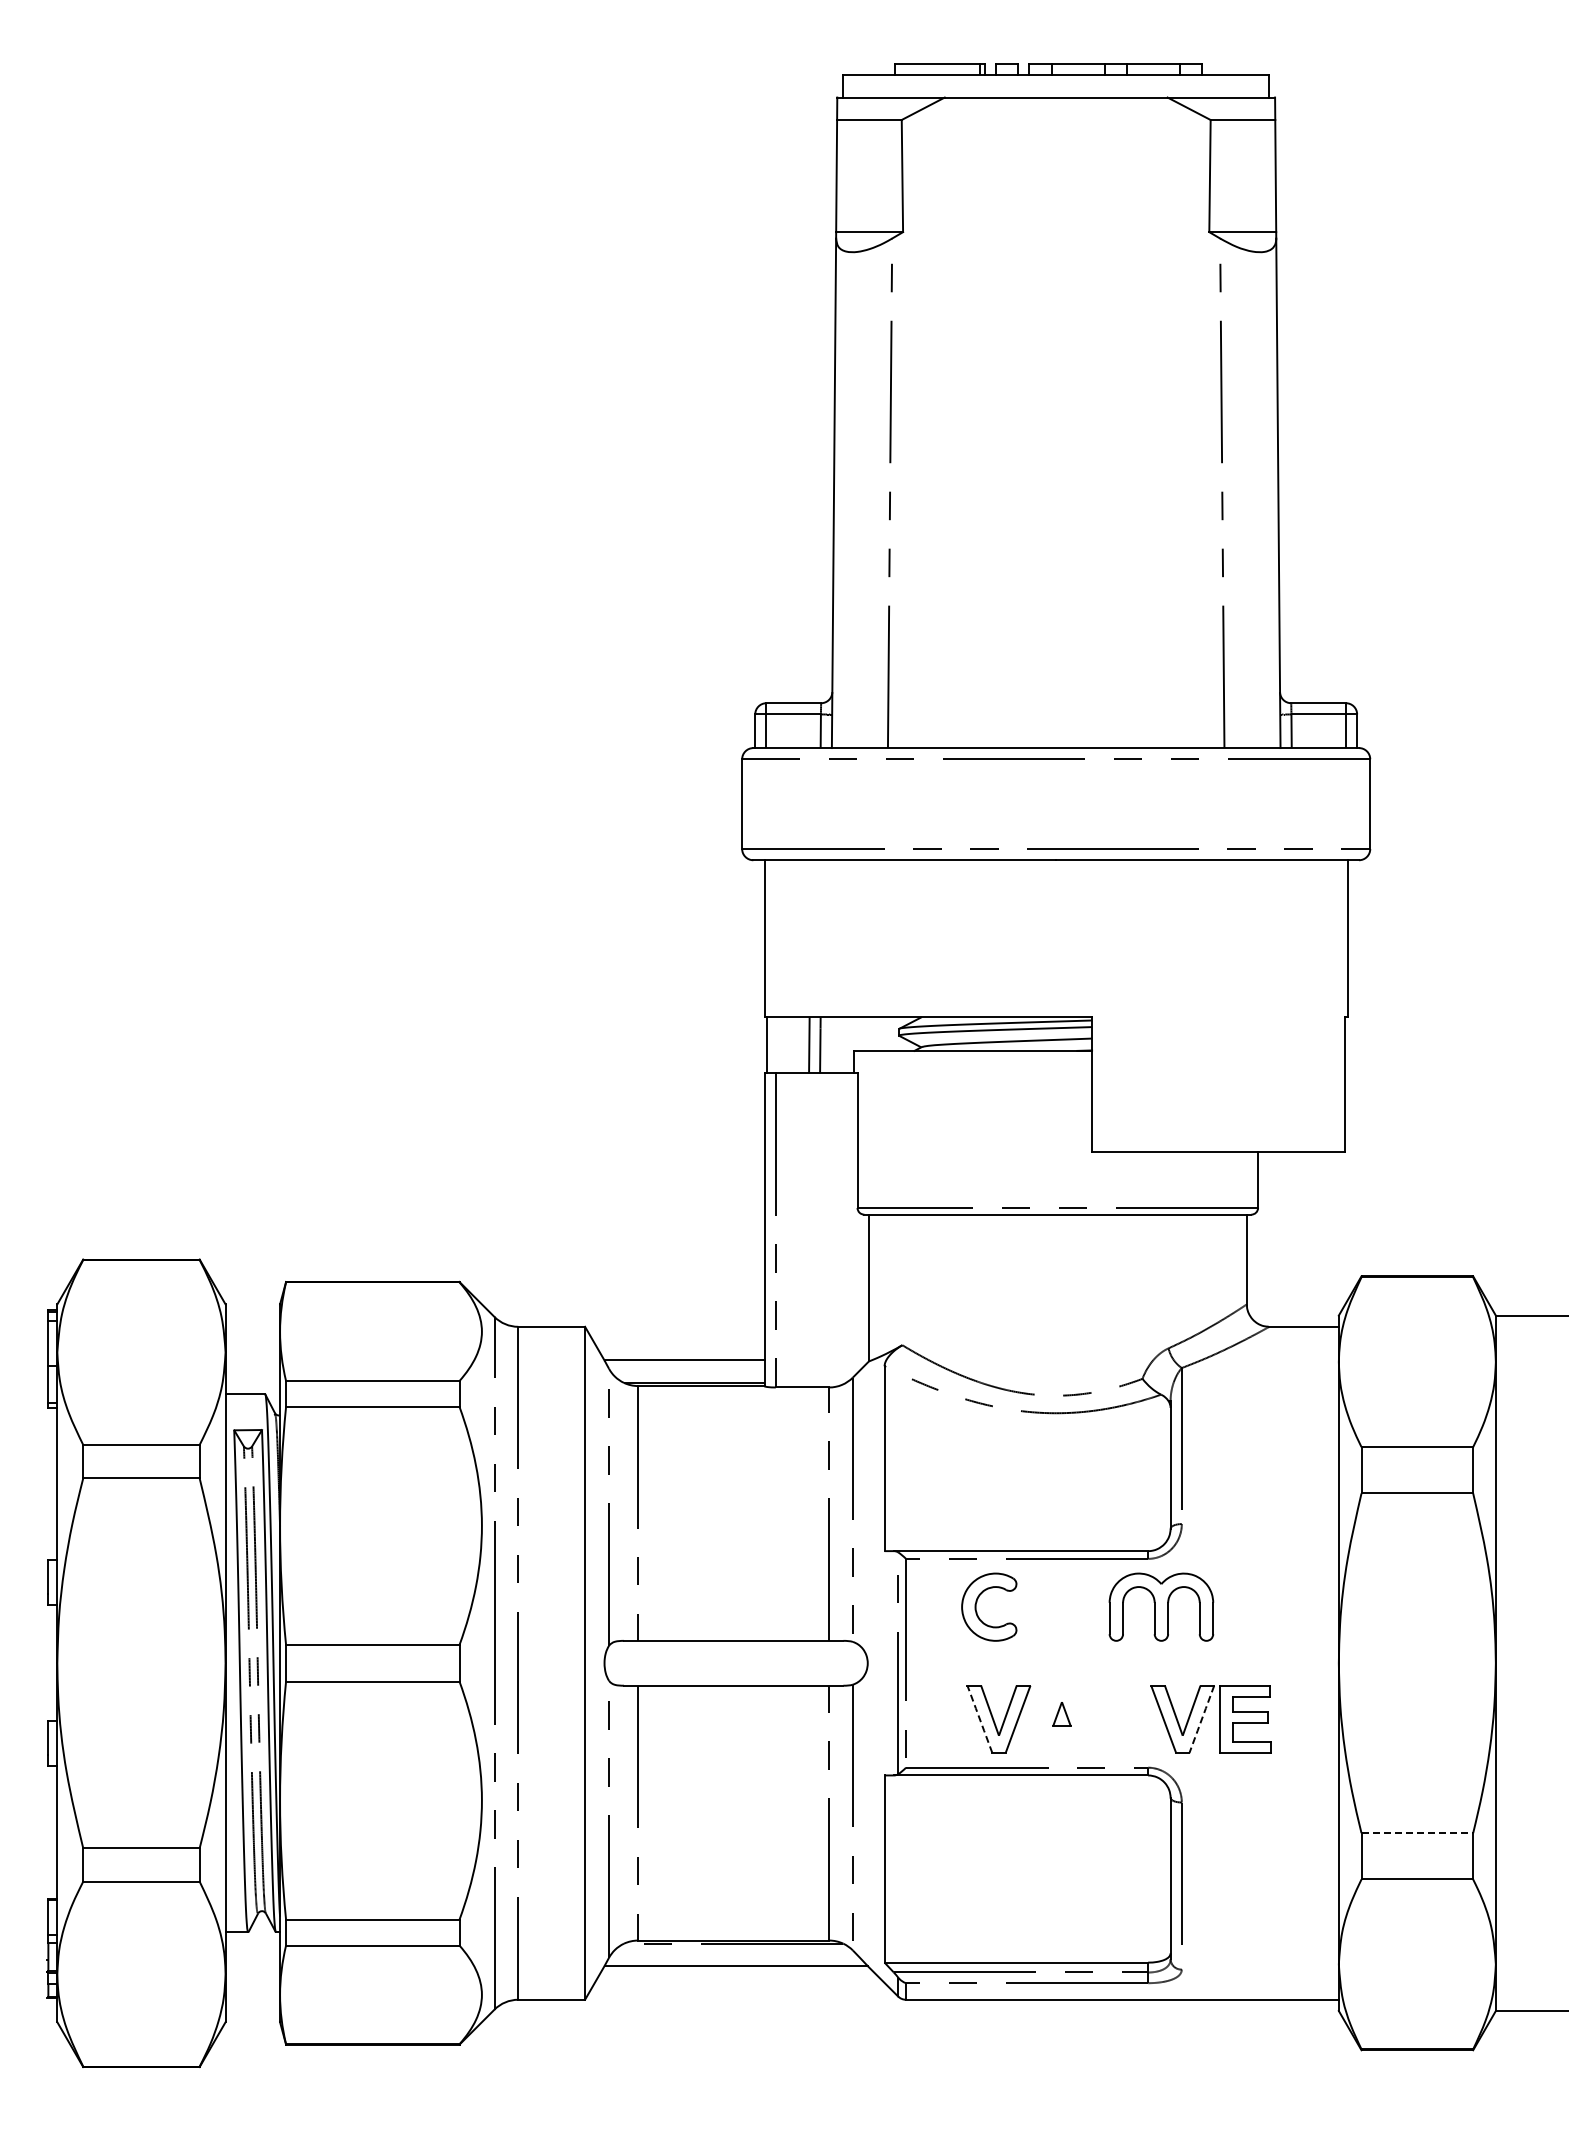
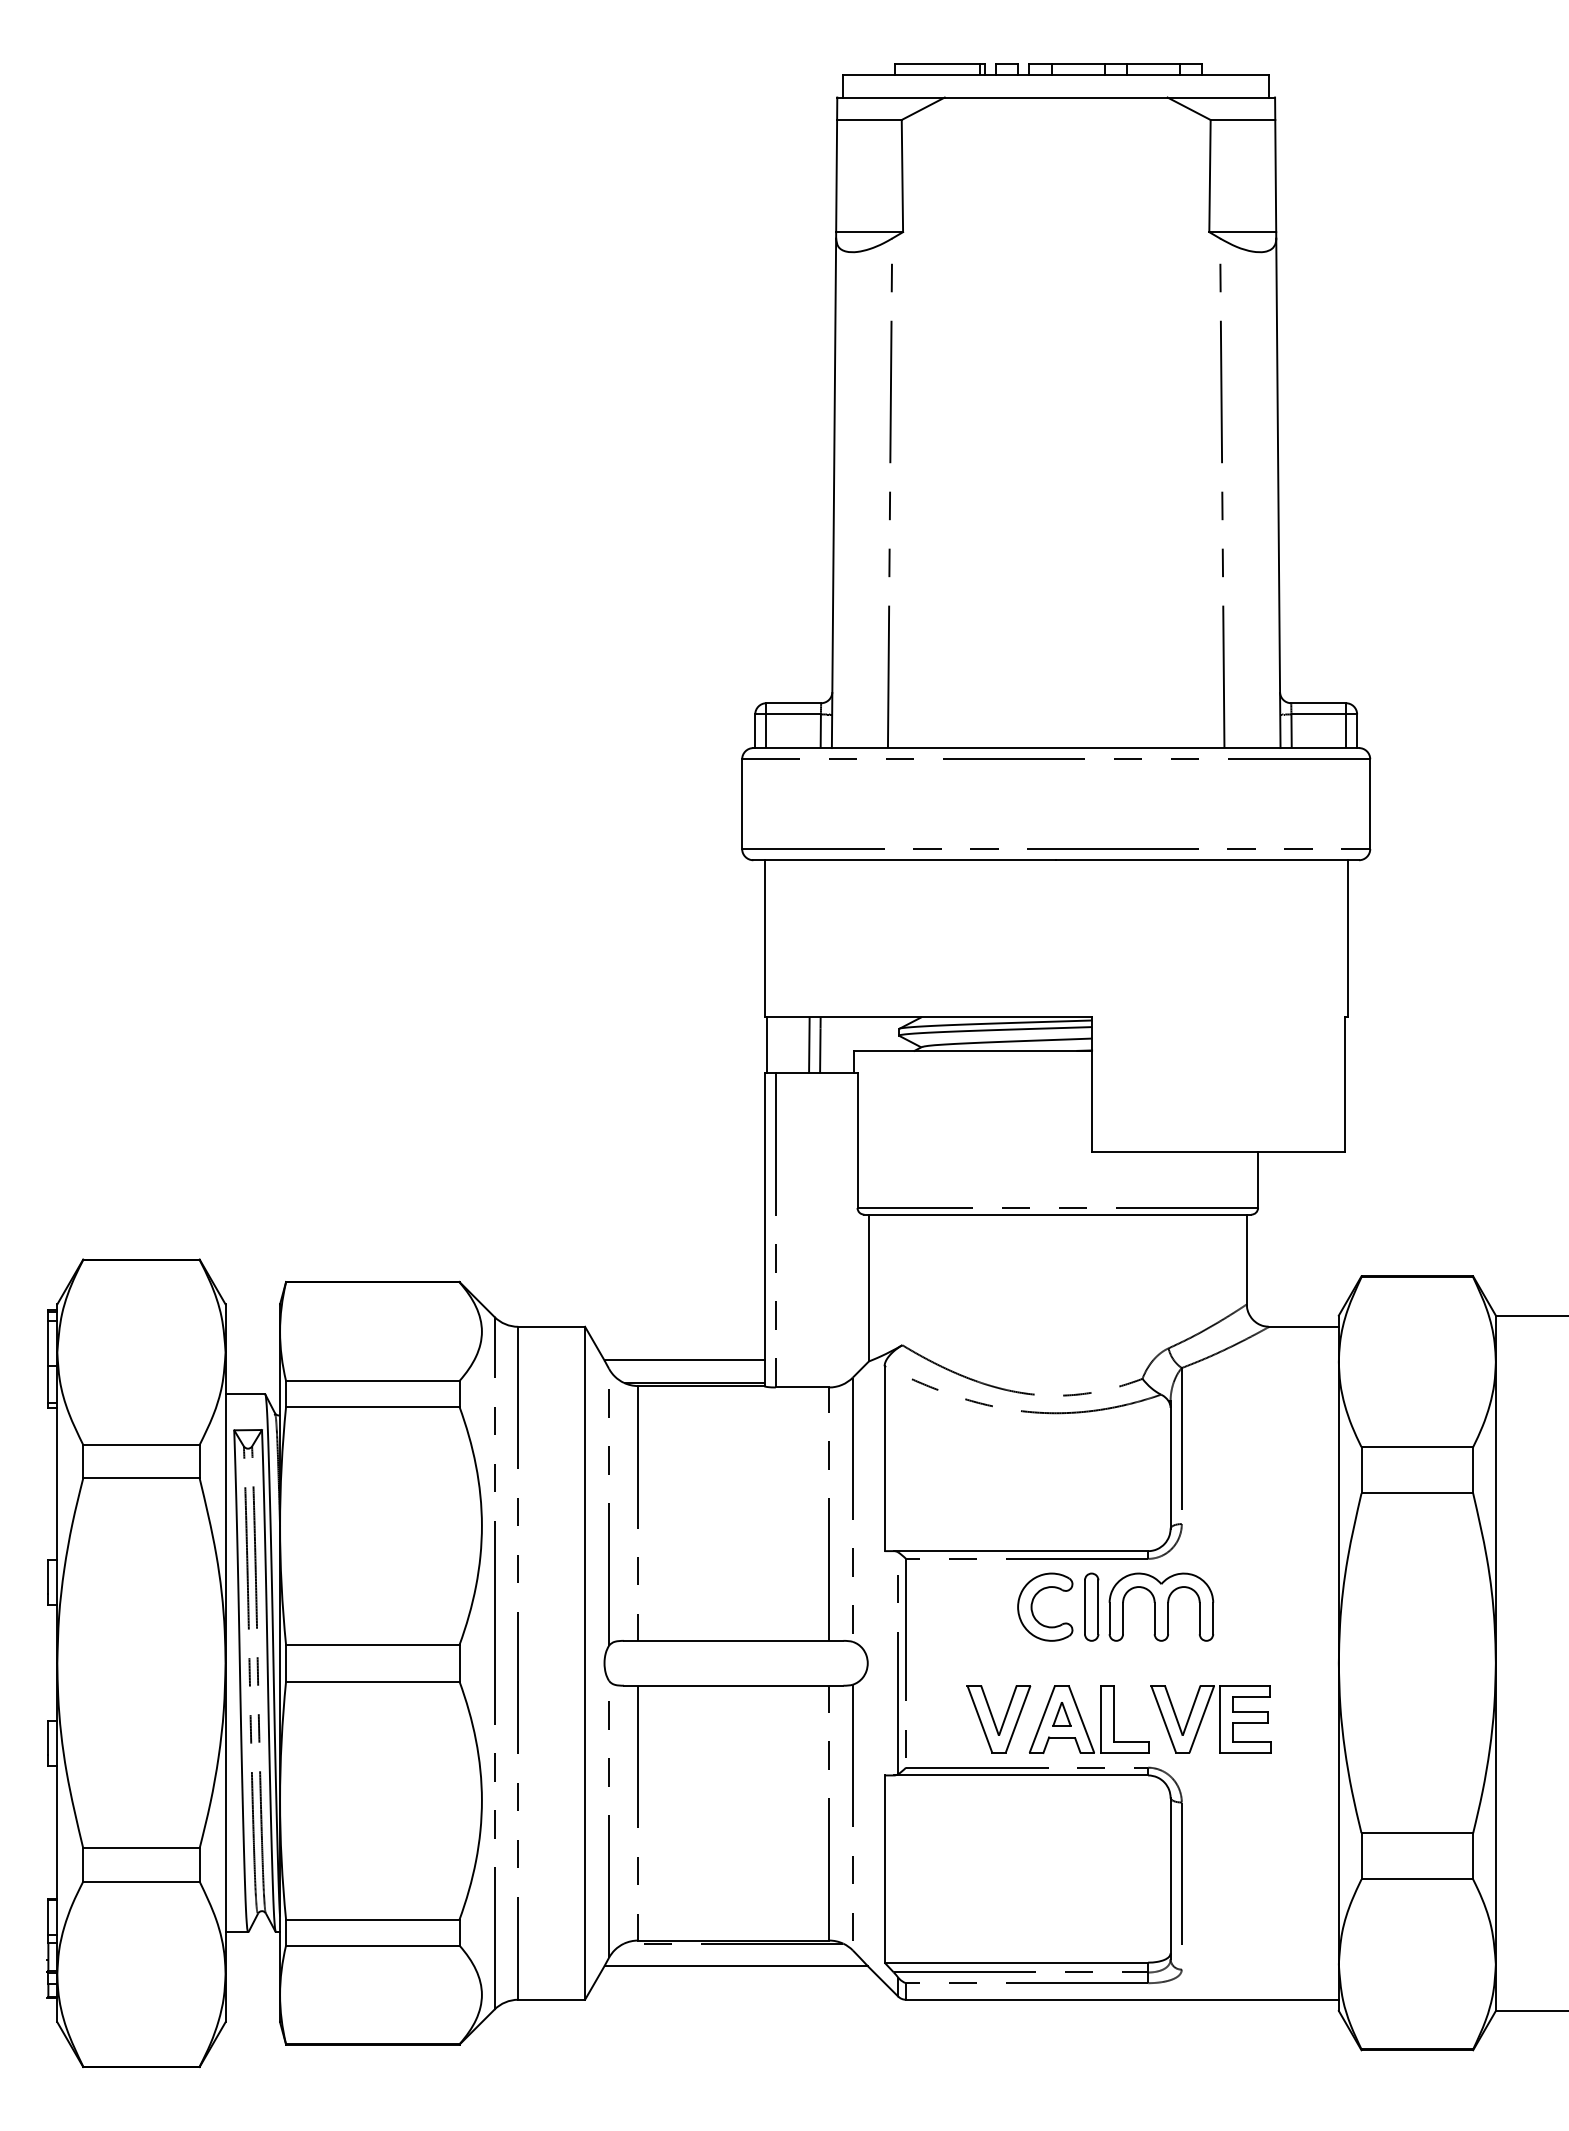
part at (977, 1602) position: (977, 1602) -> (1033, 1602)
part at (1091, 1606): none -> present
line at (979, 1718): dashed -> solid
part at (1088, 1719): none -> present
line at (1201, 1719): dashed -> solid
line at (1417, 1833): dashed -> solid
